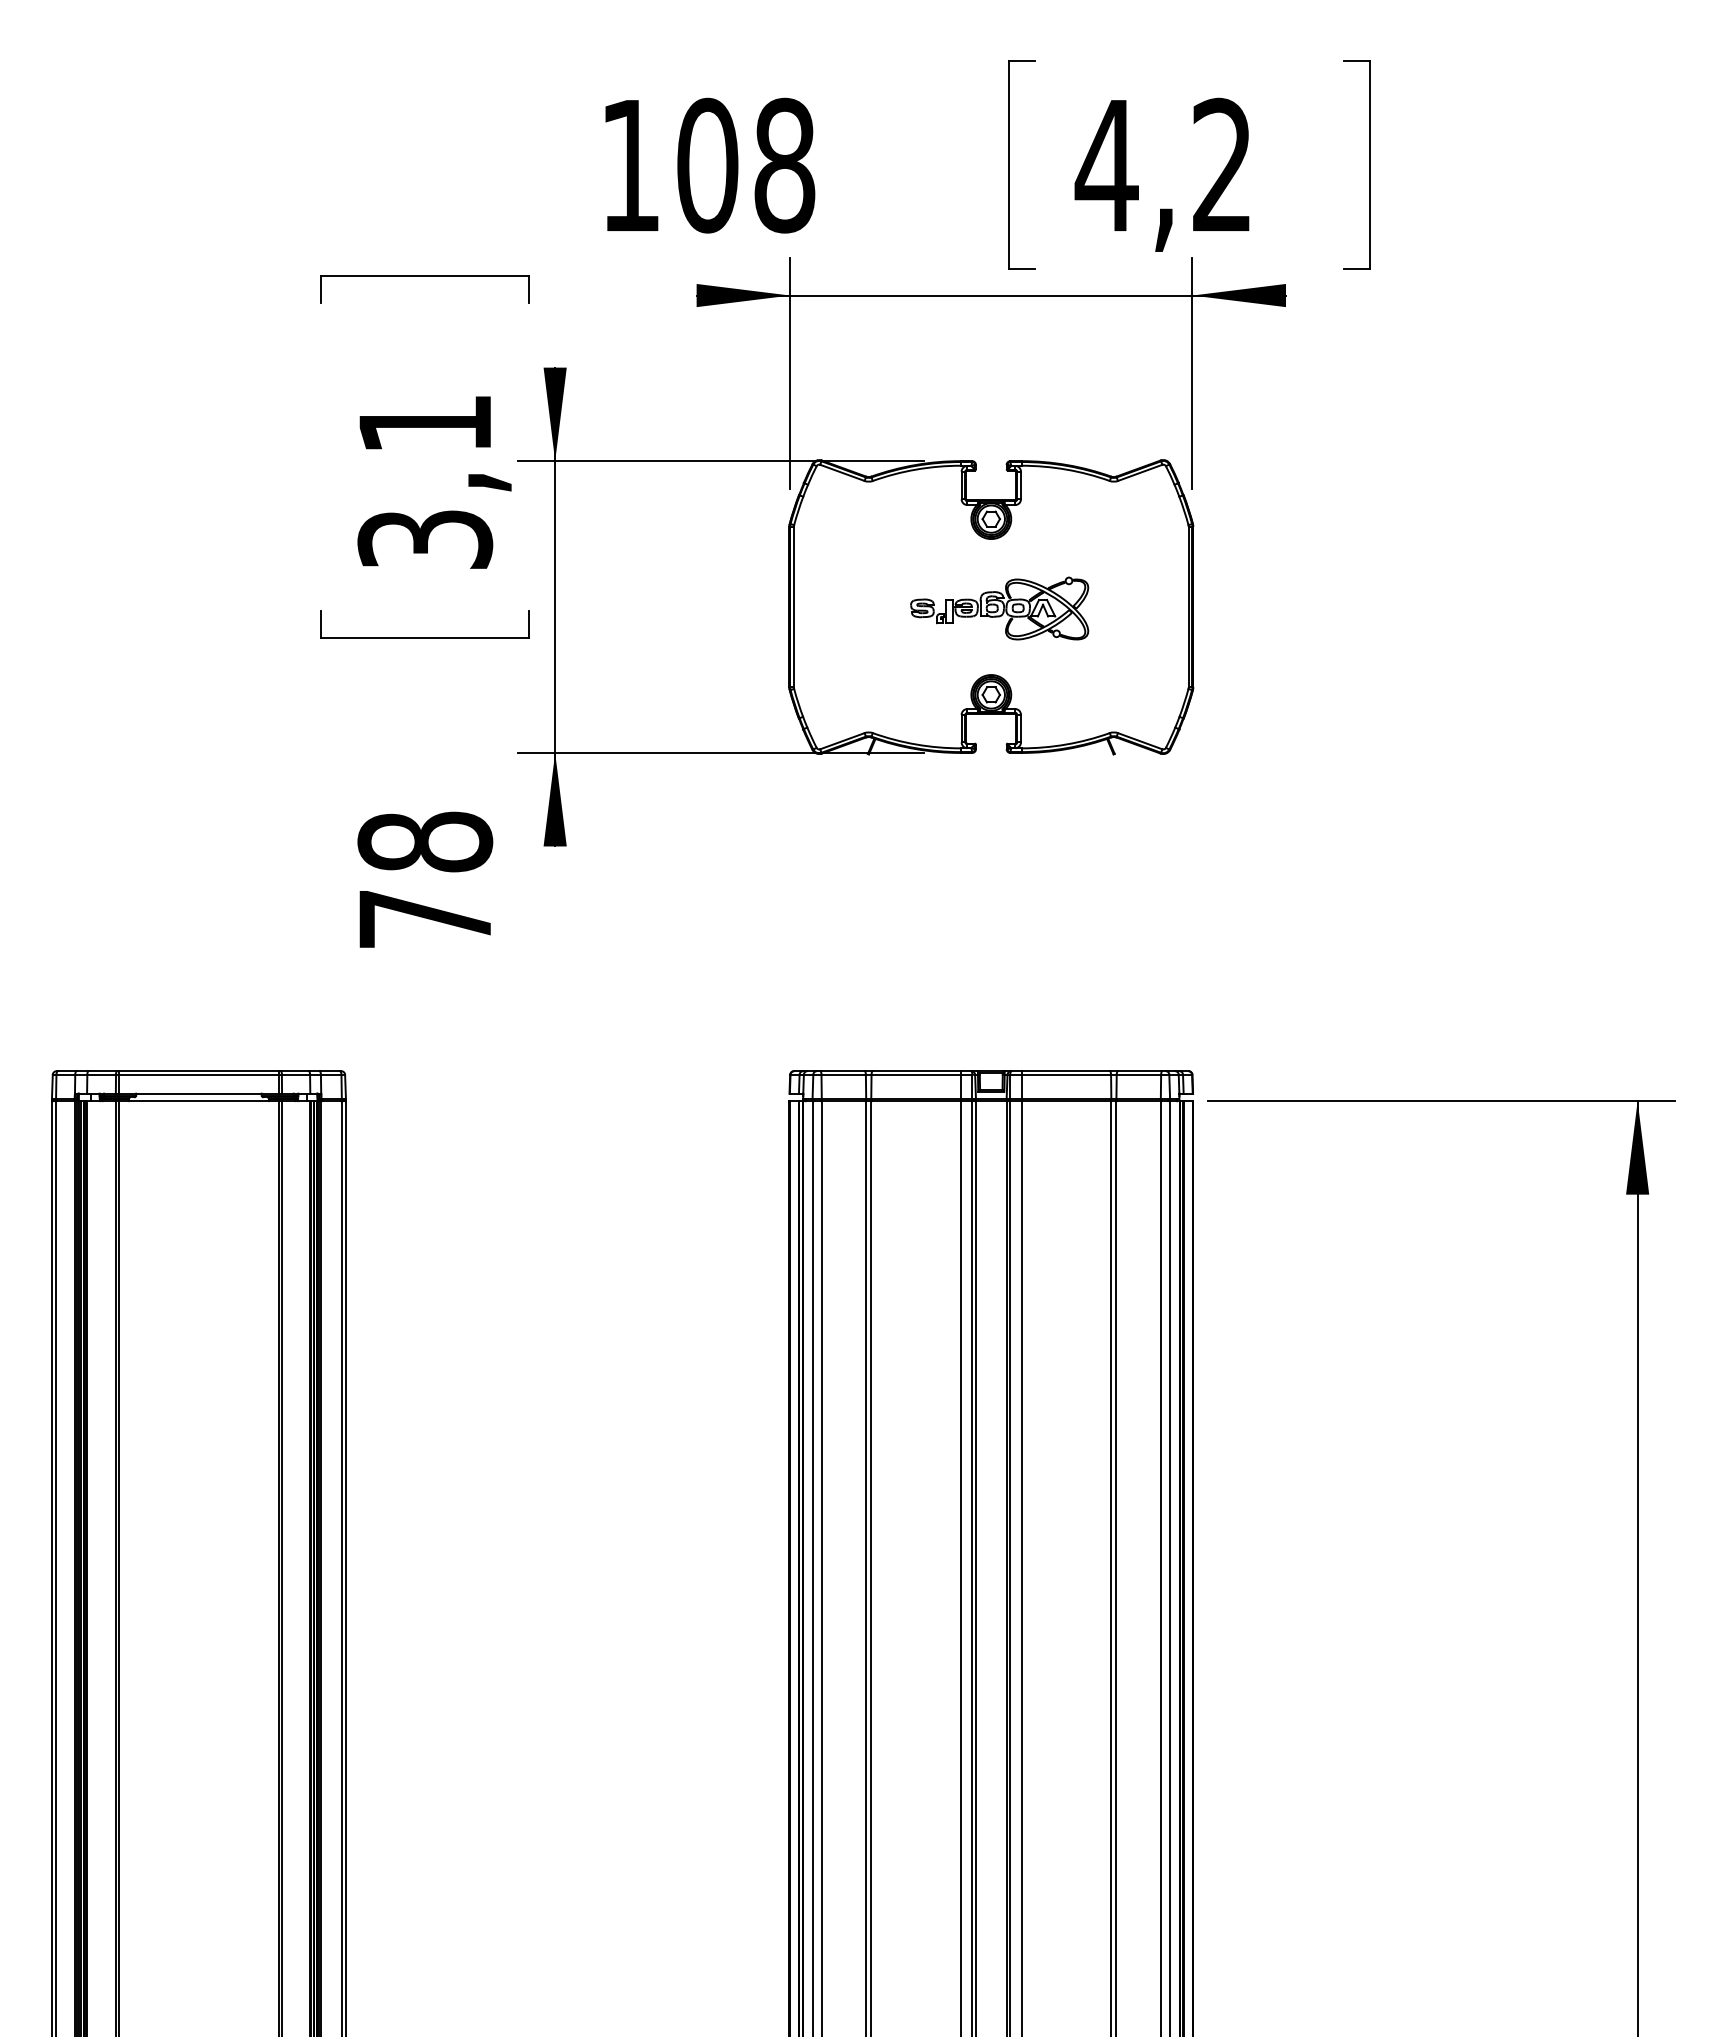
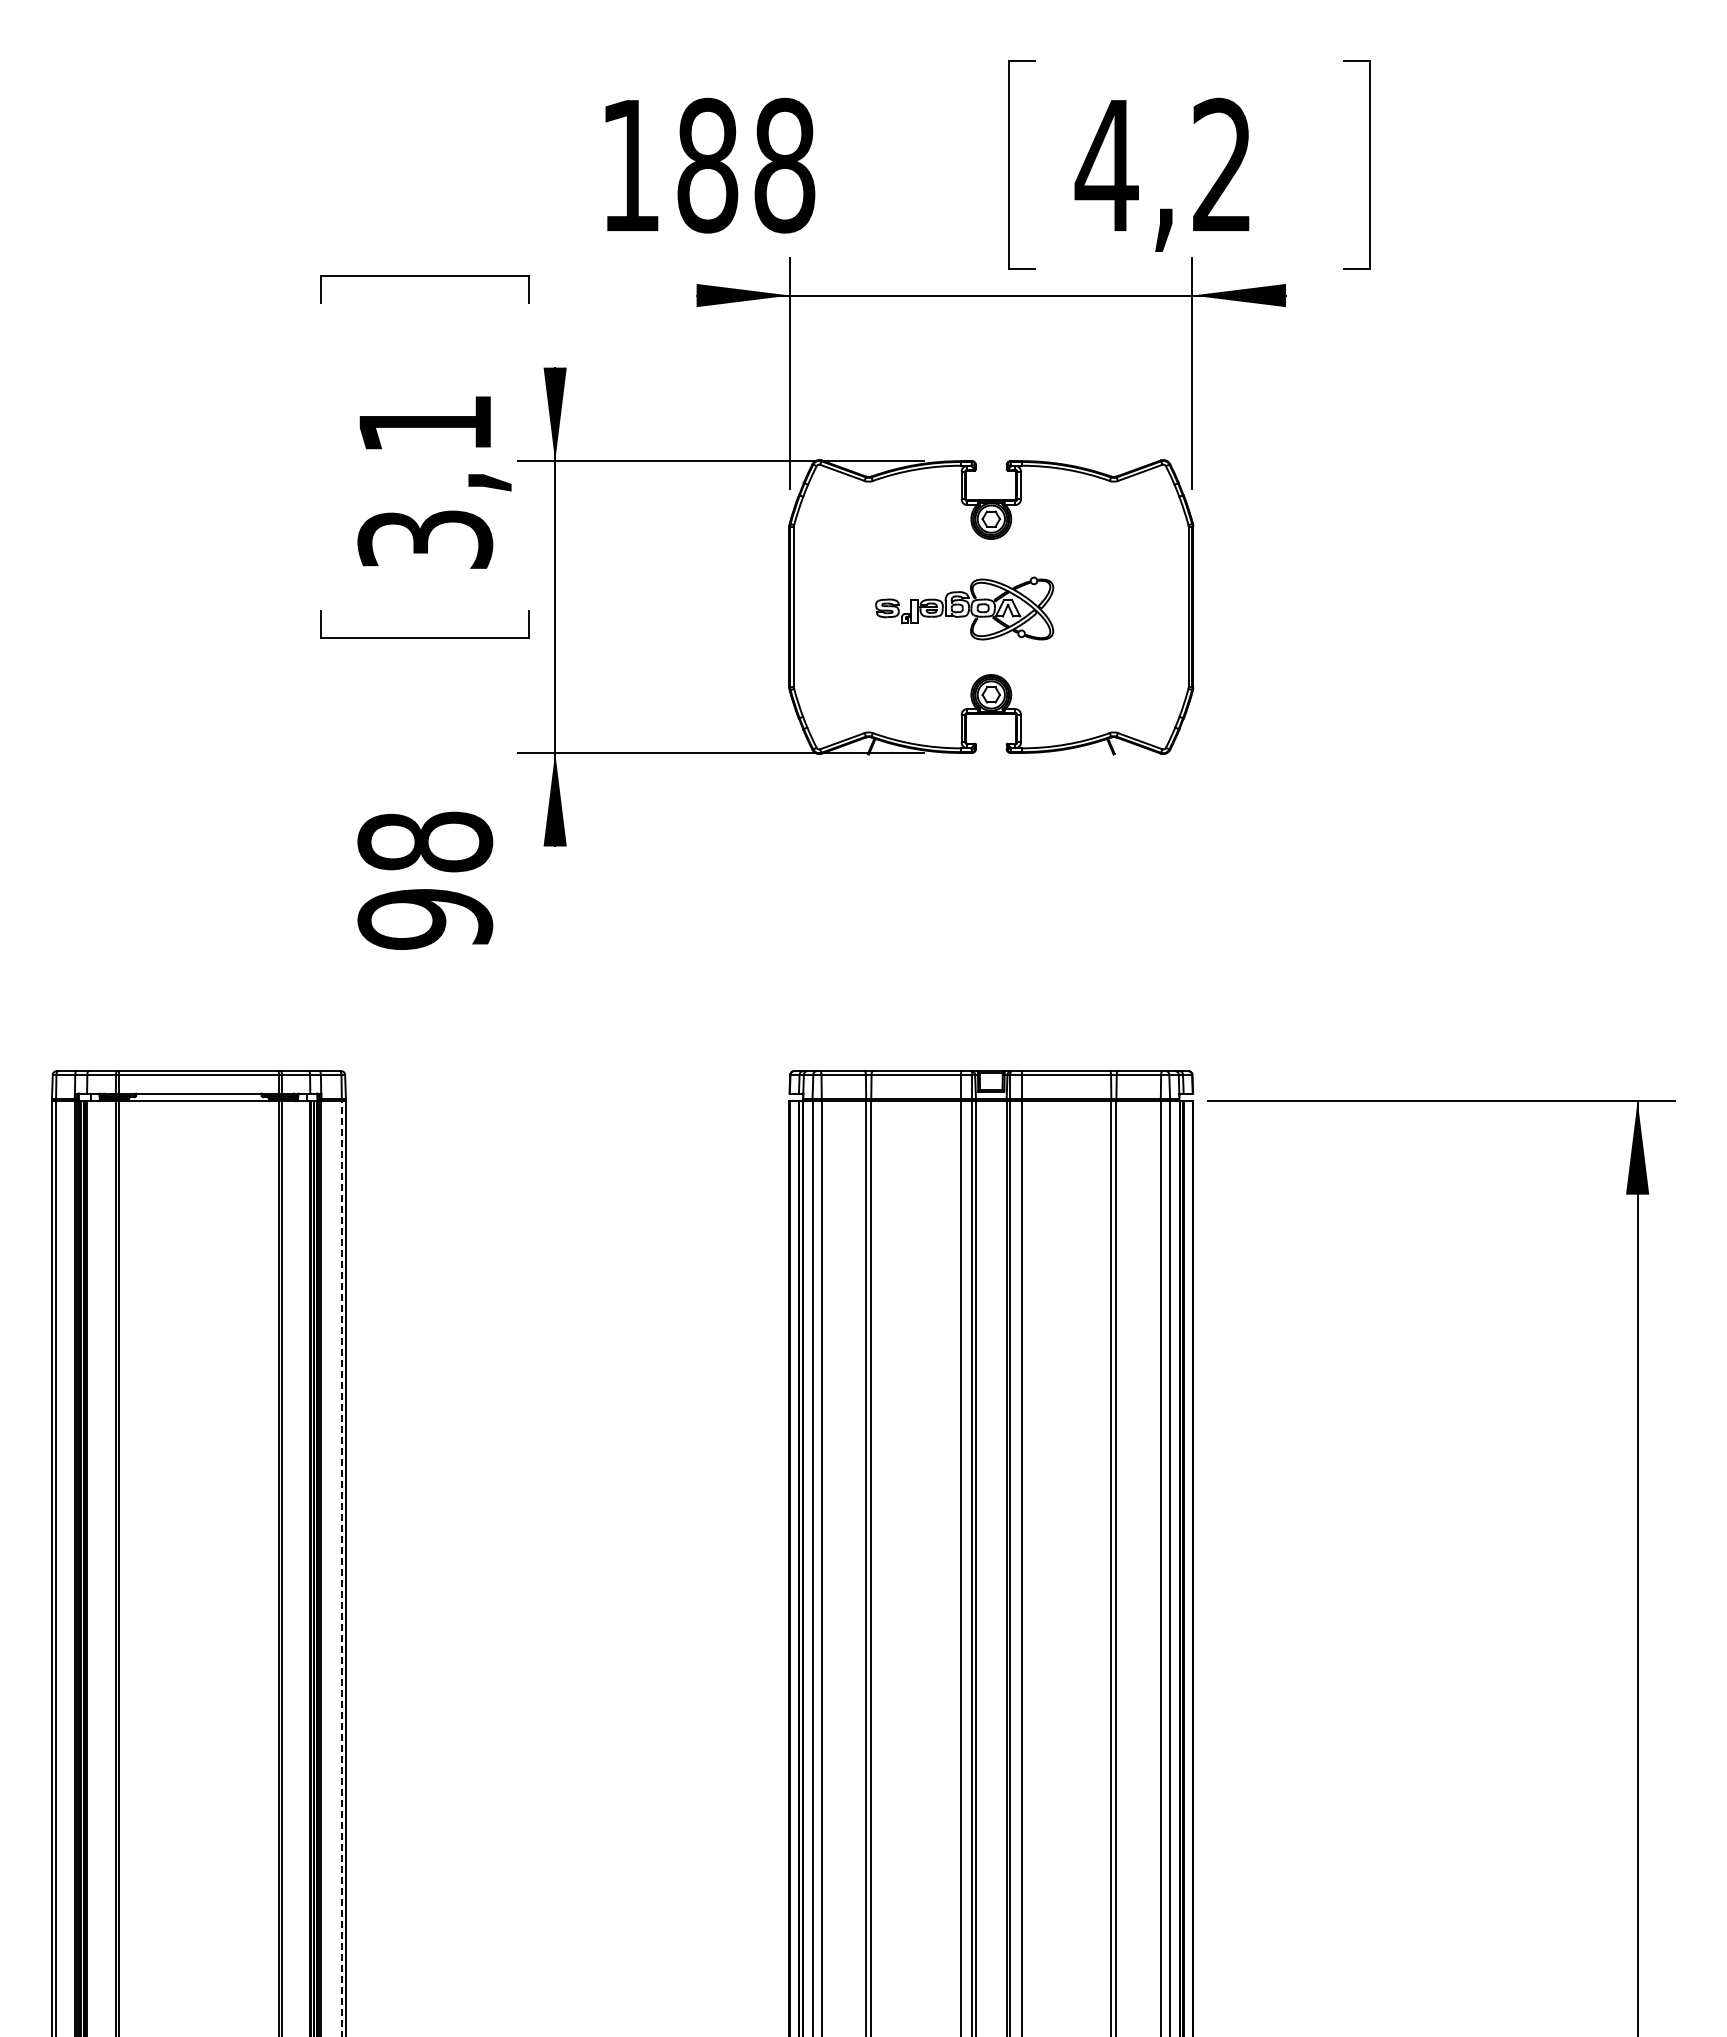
text at (707, 165): 108 -> 188
part at (999, 608) position: (999, 608) -> (964, 608)
text at (425, 919): 78 -> 98
line at (341, 1568): solid -> dashed
